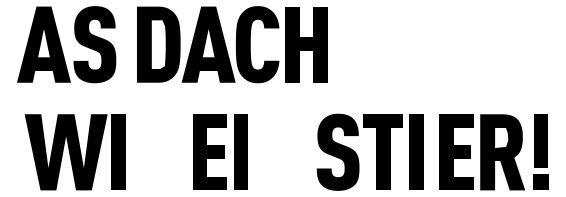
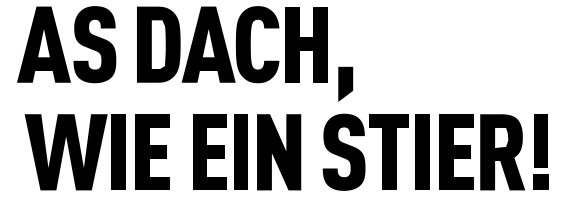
fill at (345, 83): none -> present
part at (152, 151): none -> present
part at (376, 151) position: (376, 151) -> (382, 151)
fill at (279, 152): none -> present
